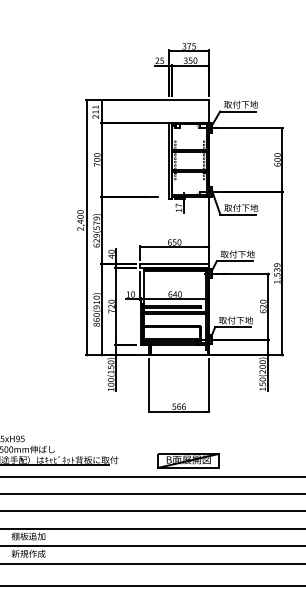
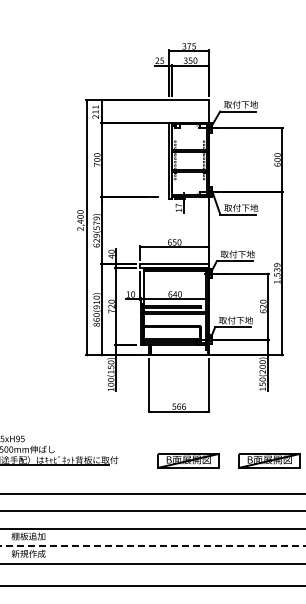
part at (269, 460): none -> present
line at (152, 476): present -> none
line at (153, 546): solid -> dashed
